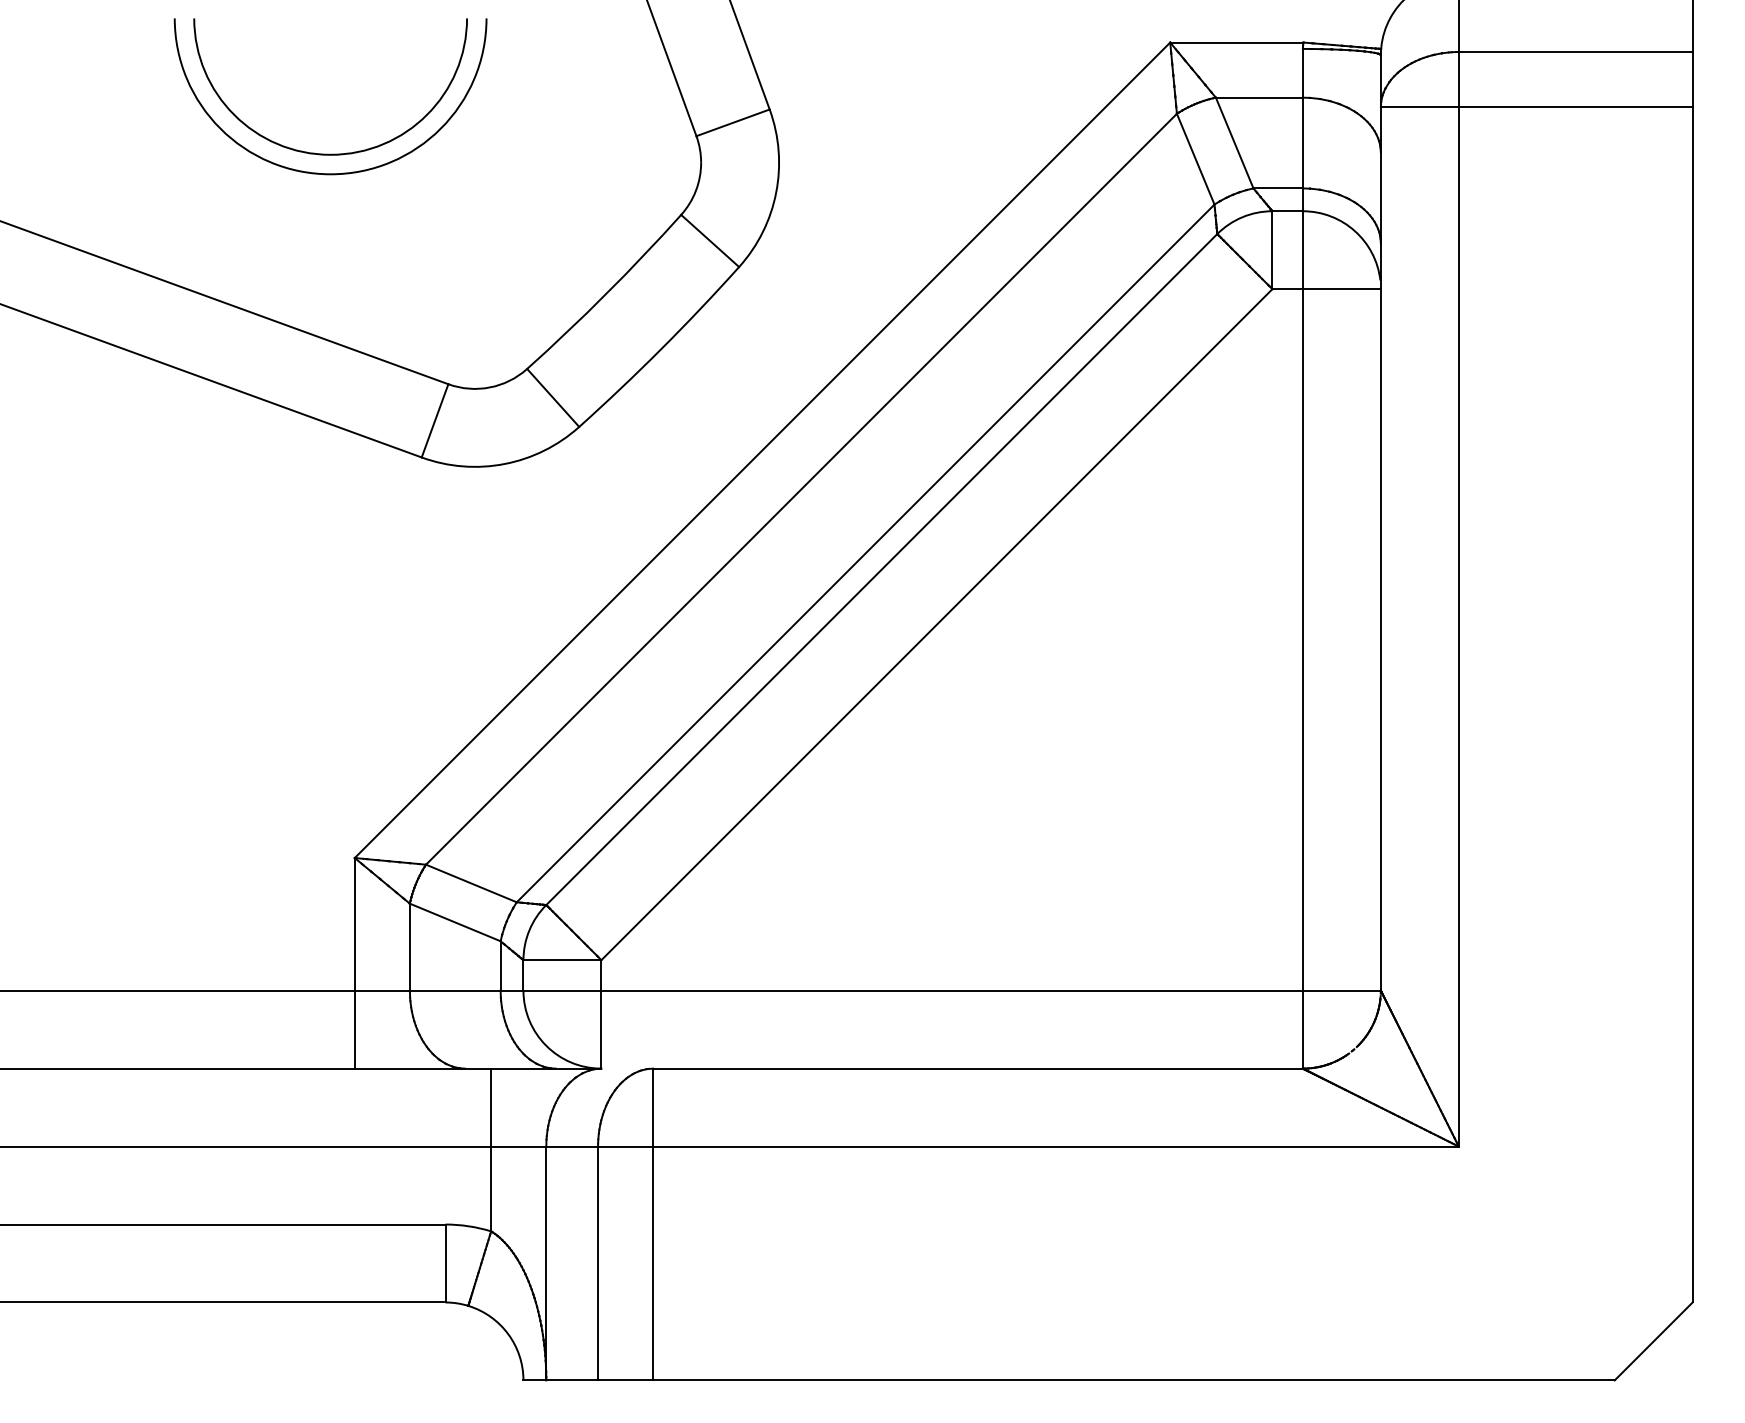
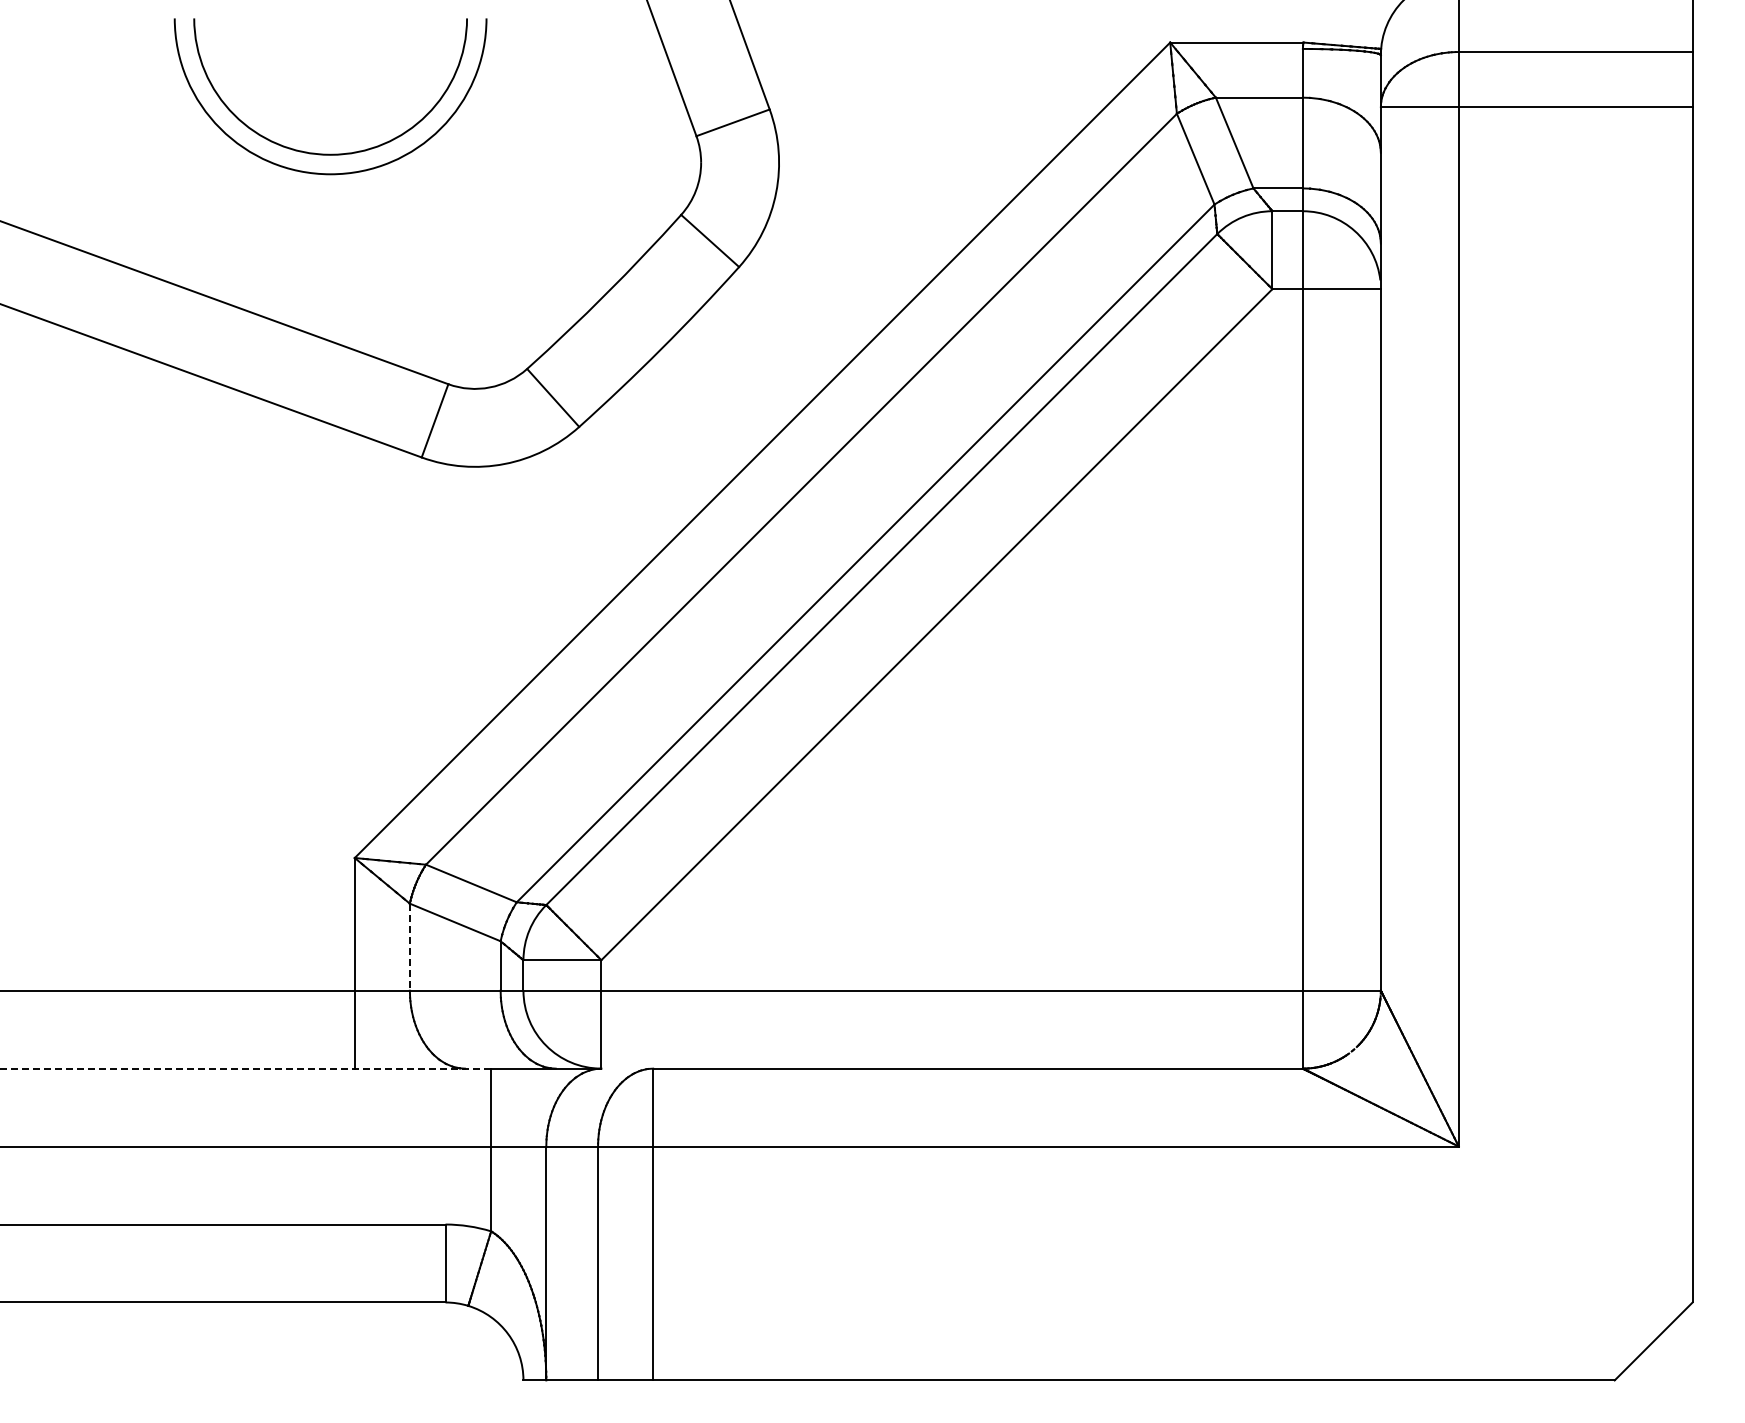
line at (409, 947): solid -> dashed
line at (245, 1068): solid -> dashed
